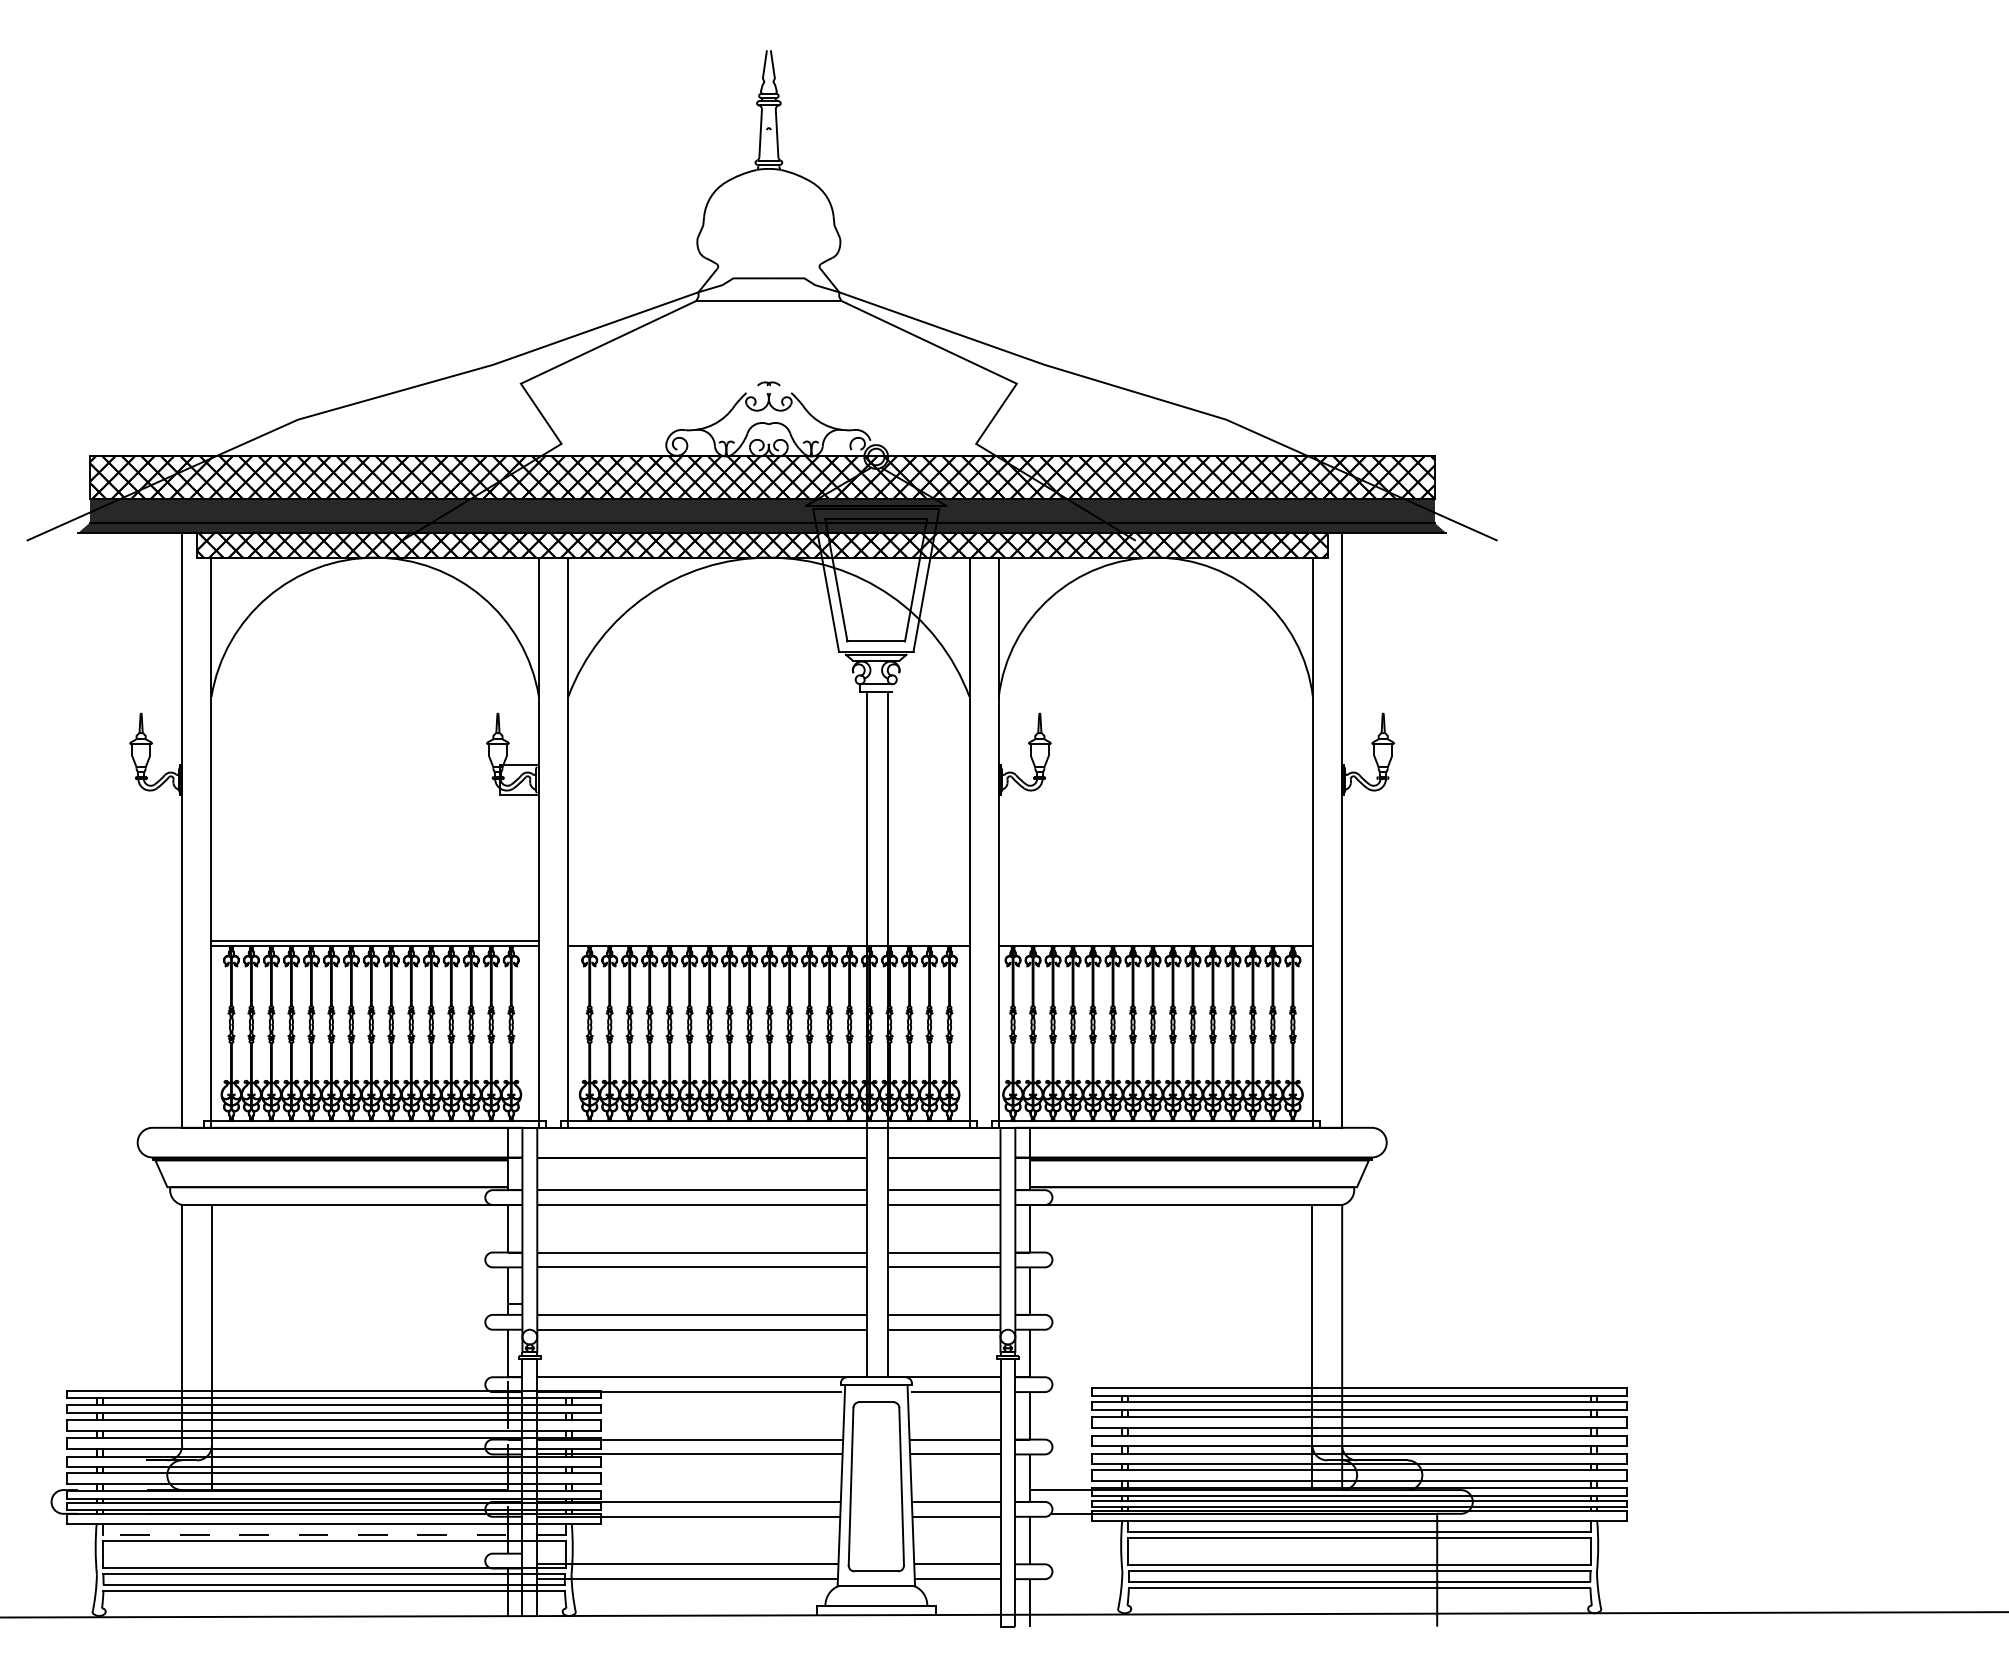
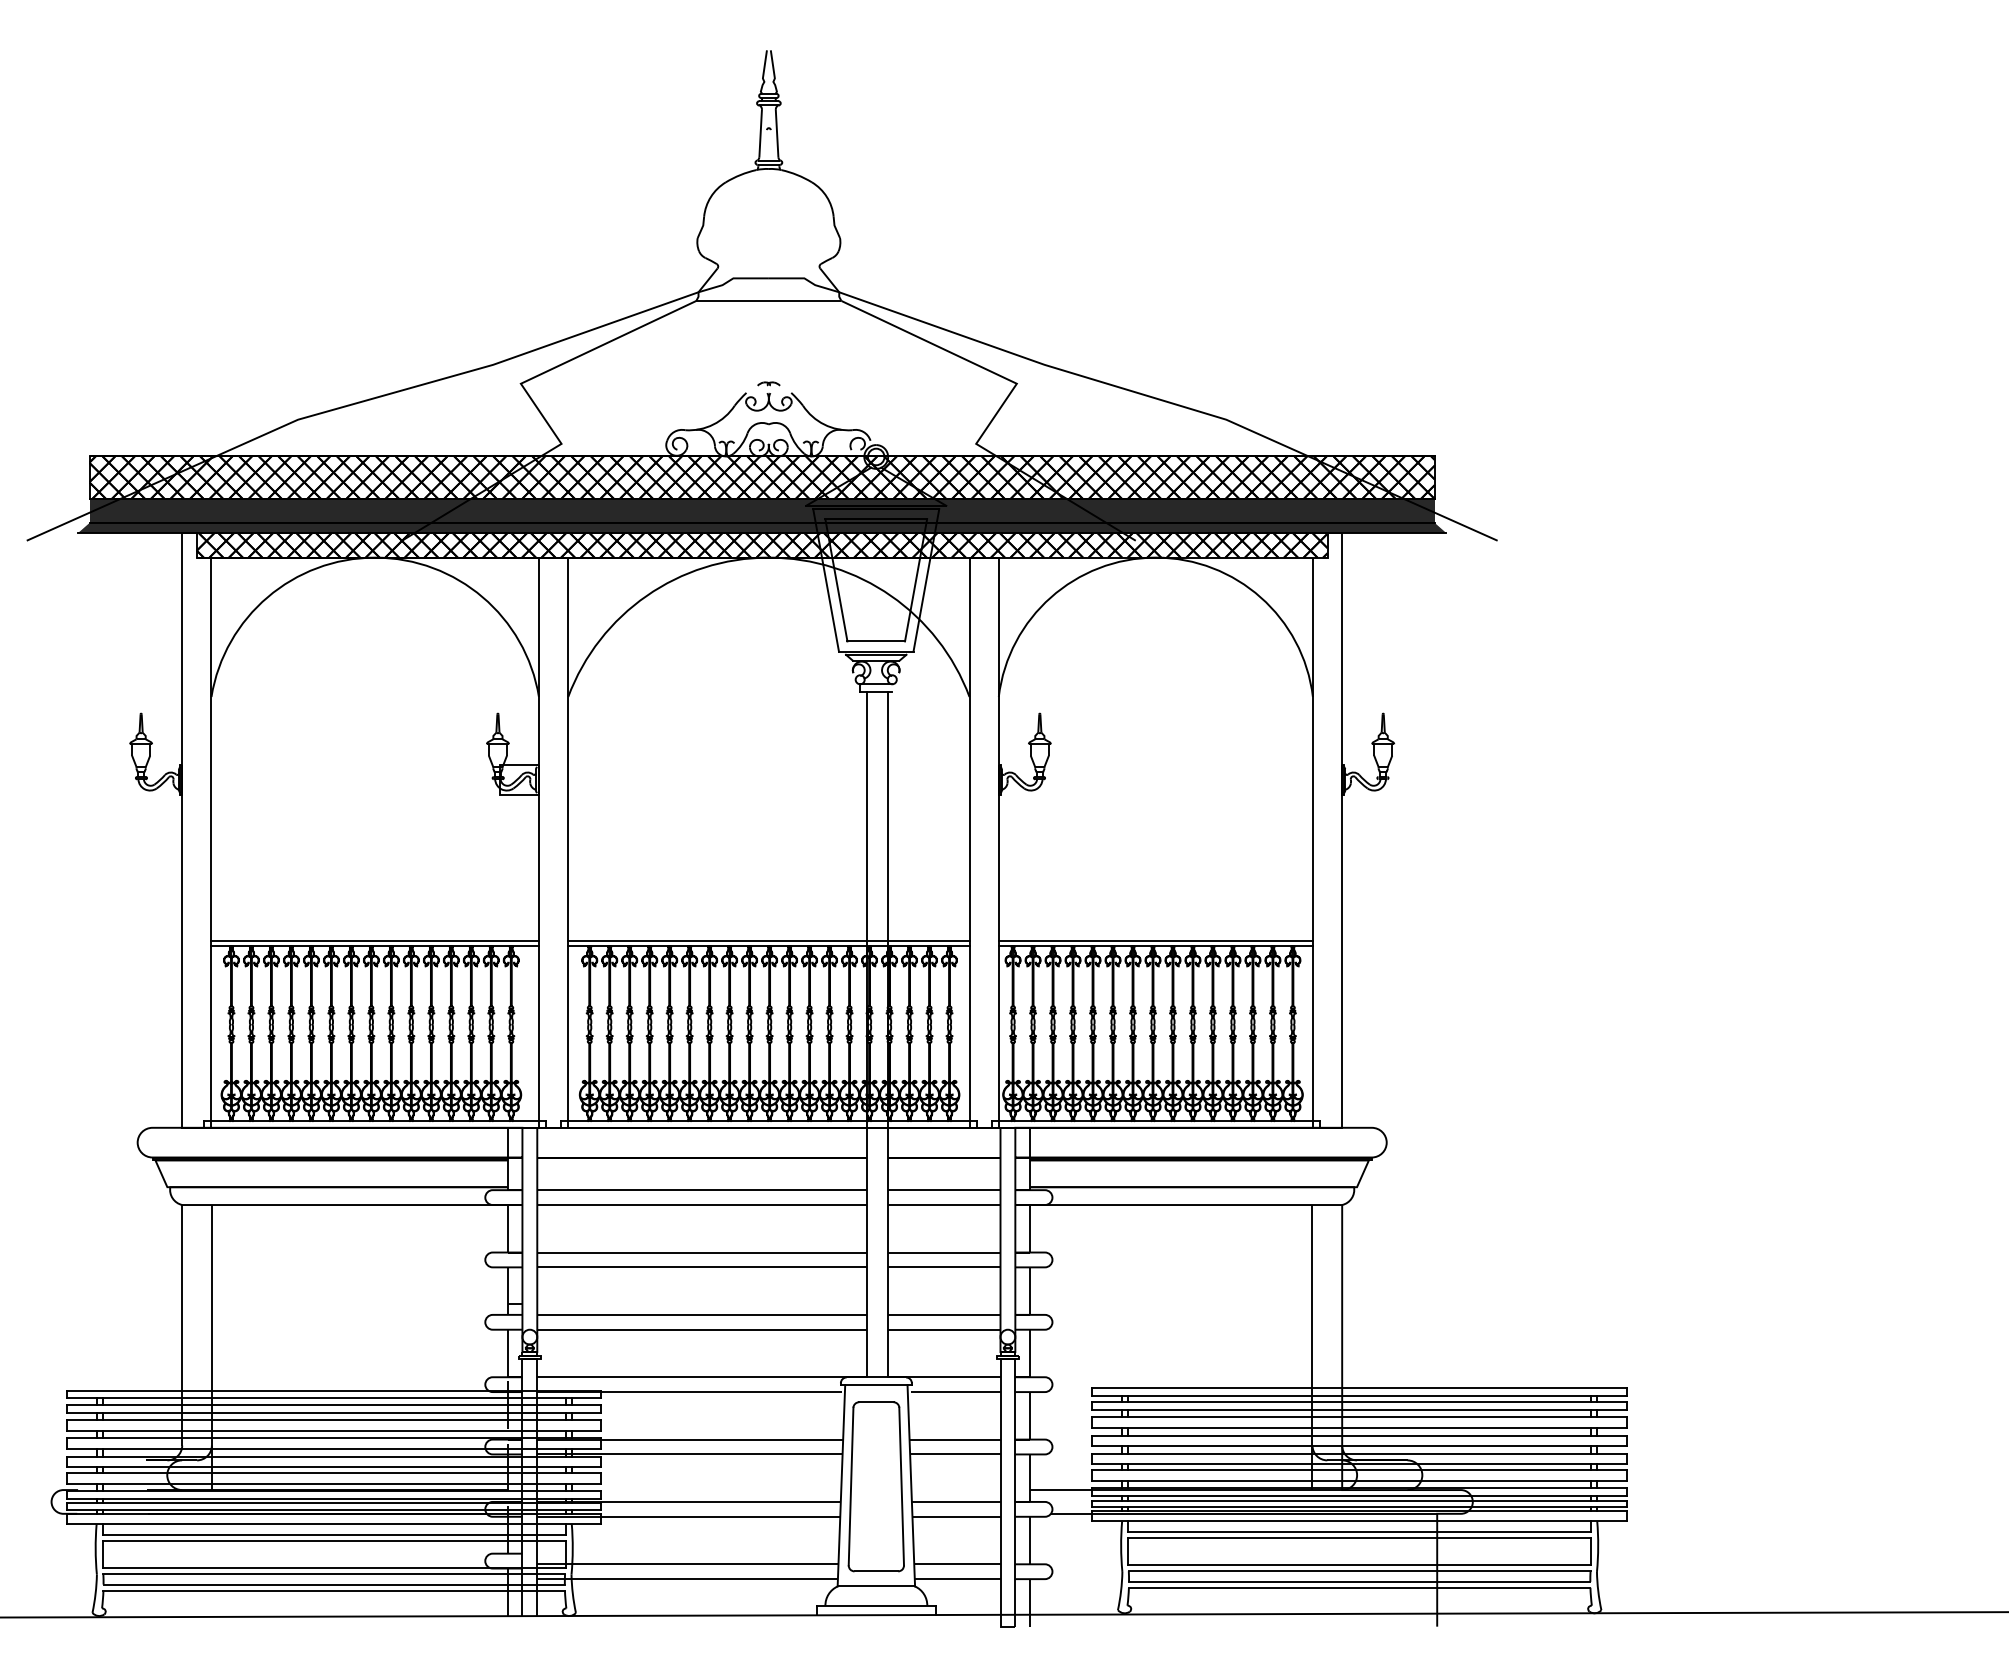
line at (768, 941): none -> present
line at (1155, 941): none -> present
line at (334, 1535): dashed -> solid
